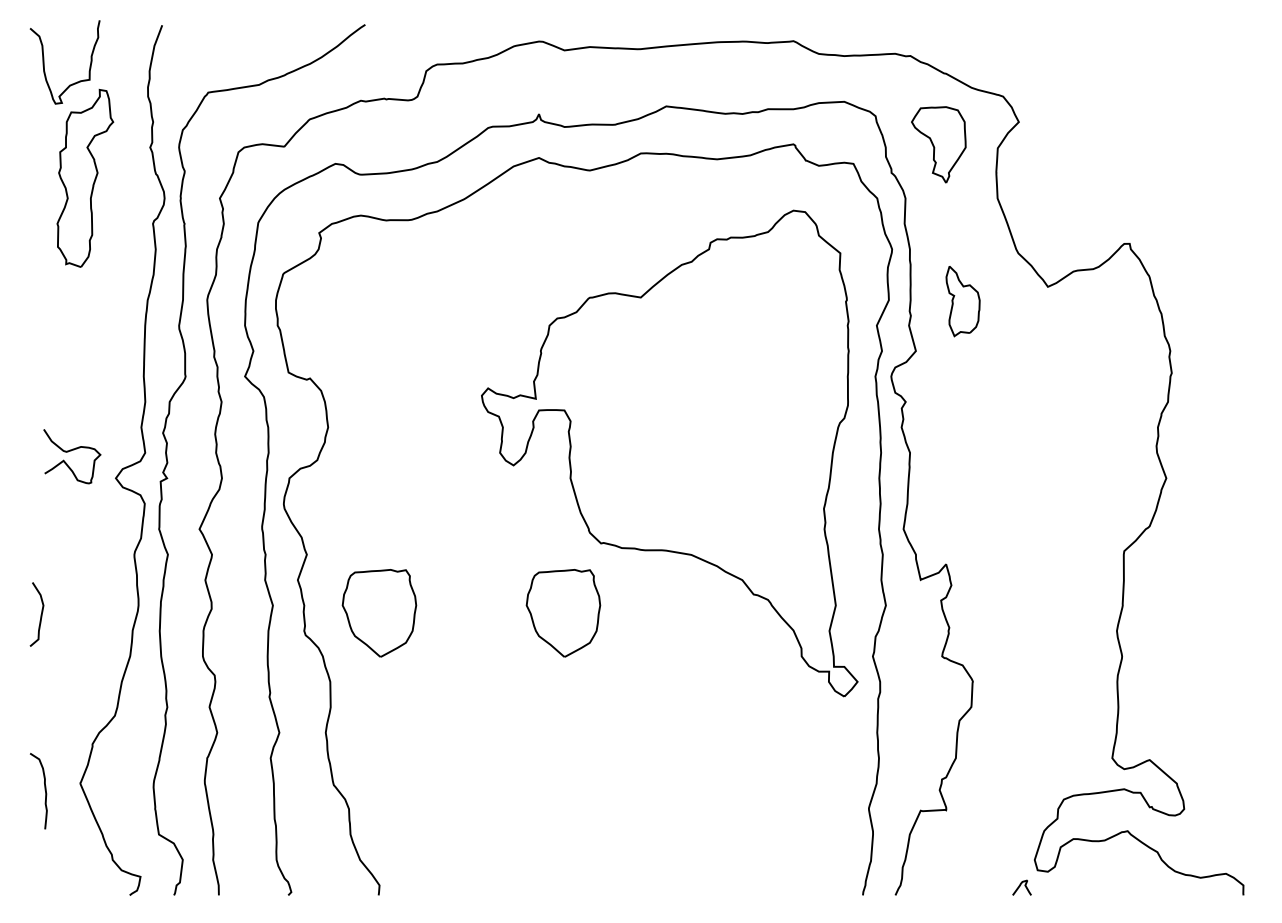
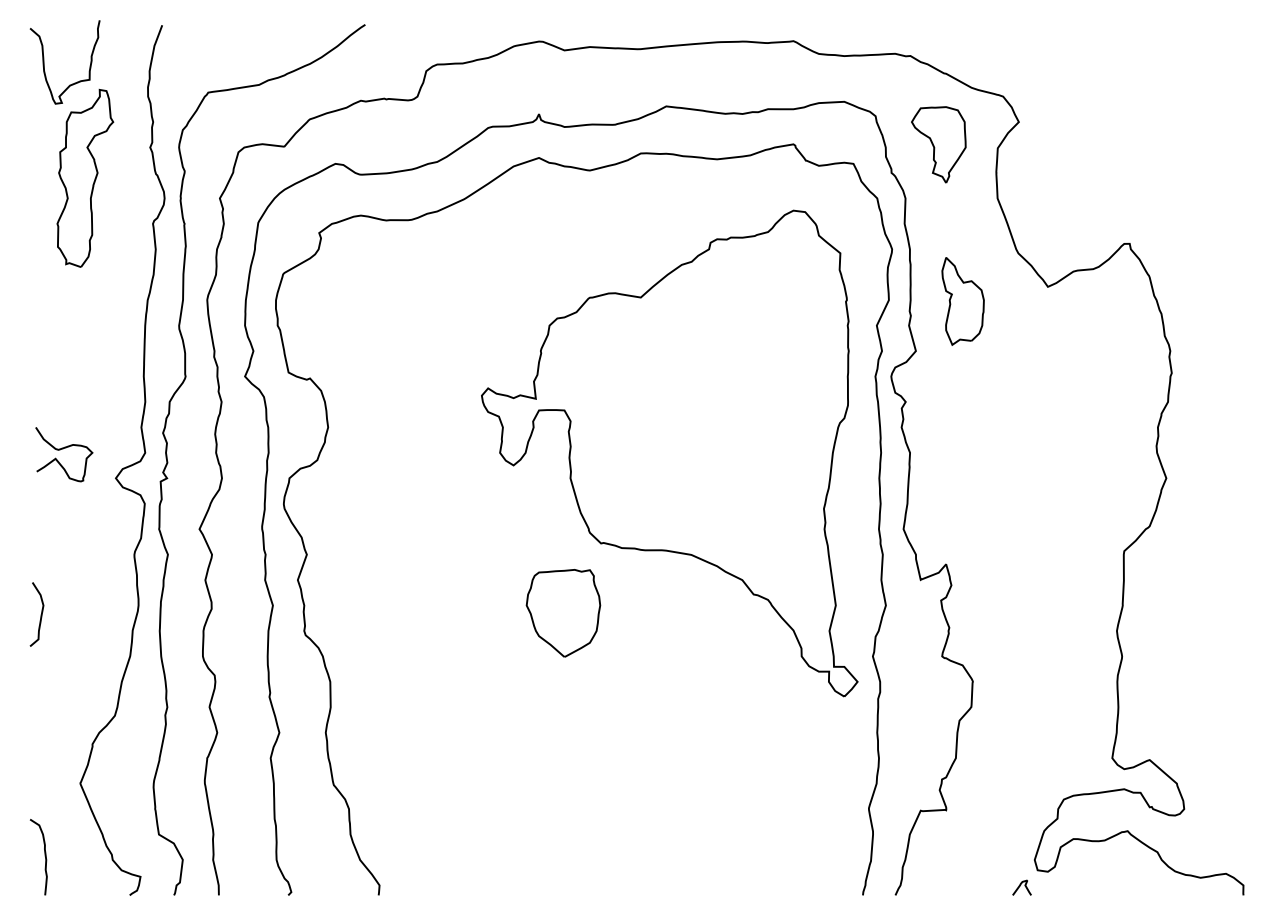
part at (962, 301) size: 36x72 px -> 44x89 px
curve at (71, 451) position: (71, 451) -> (63, 449)
part at (379, 613): present -> none
curve at (44, 790) position: (44, 790) -> (44, 856)
